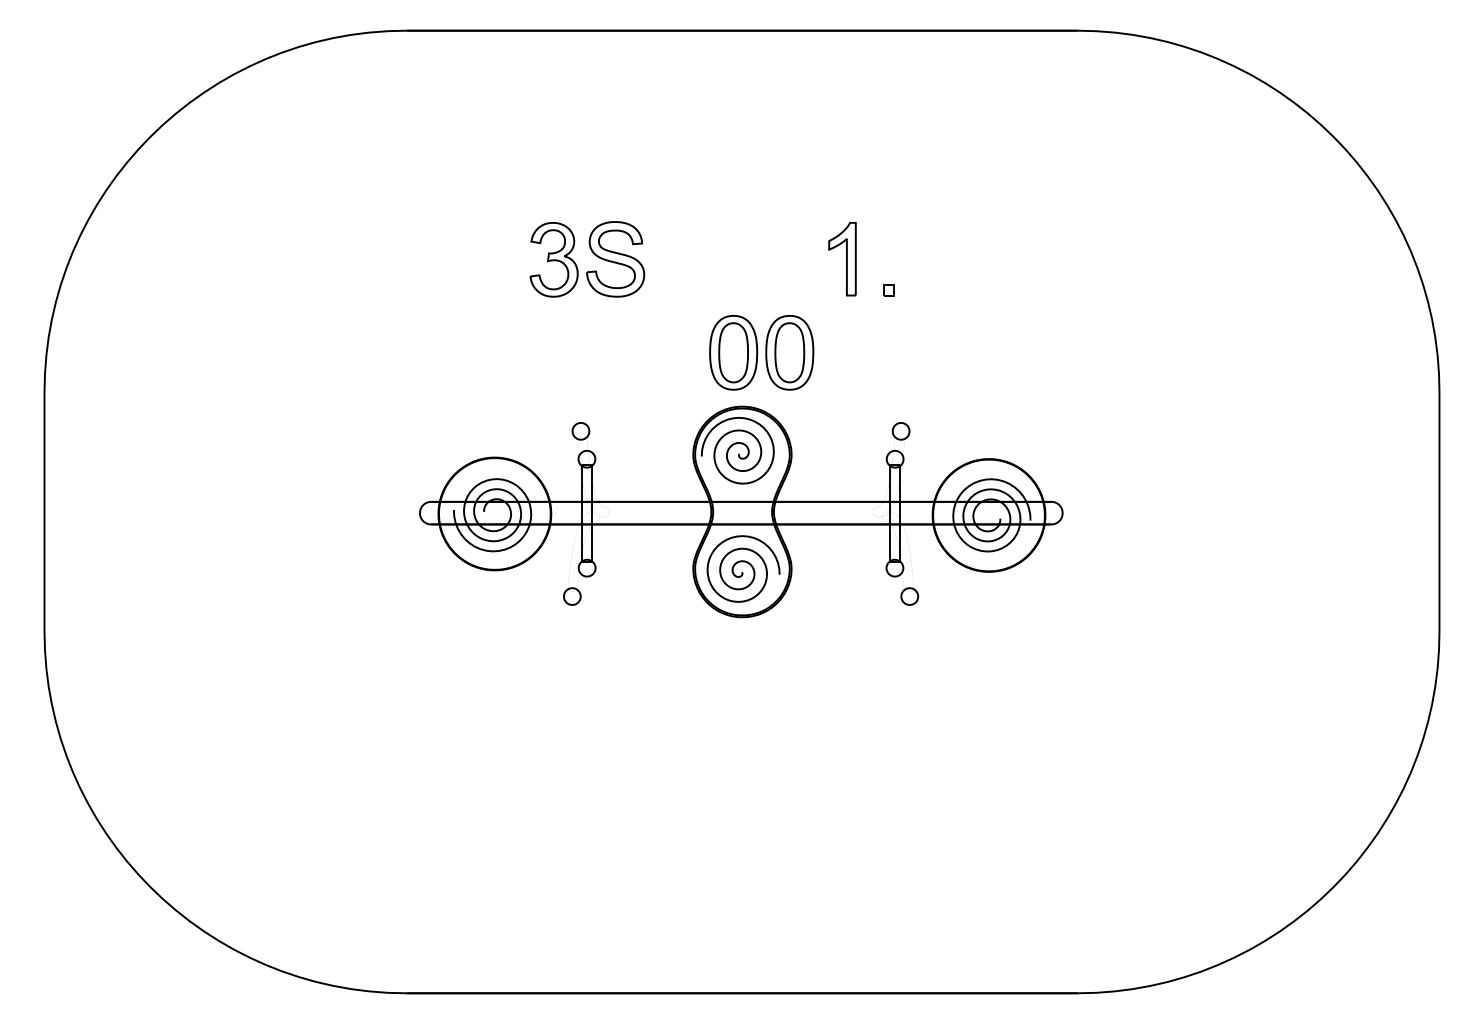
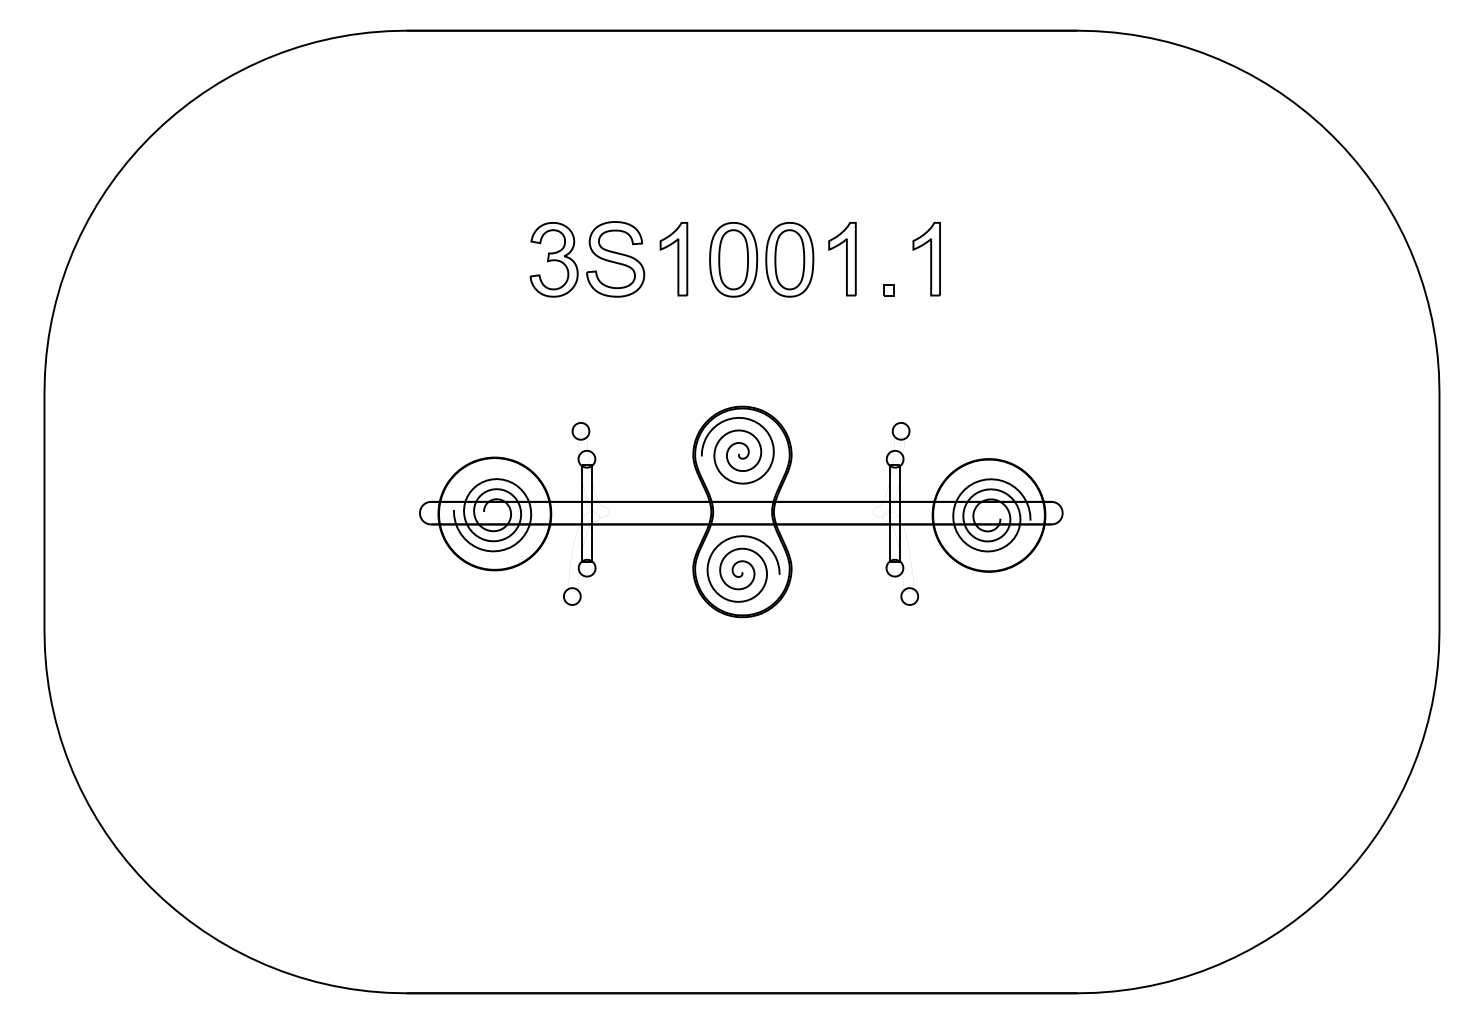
part at (673, 259): none -> present
part at (926, 259): none -> present
part at (761, 352) position: (761, 352) -> (761, 259)
